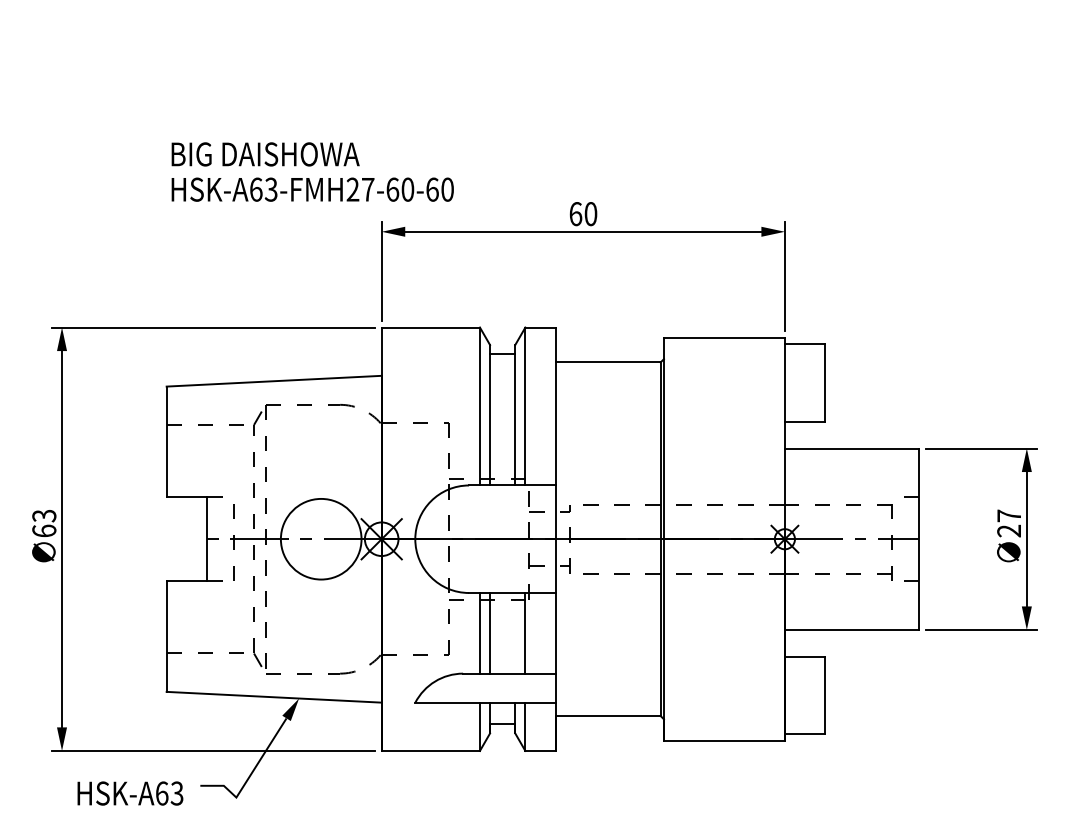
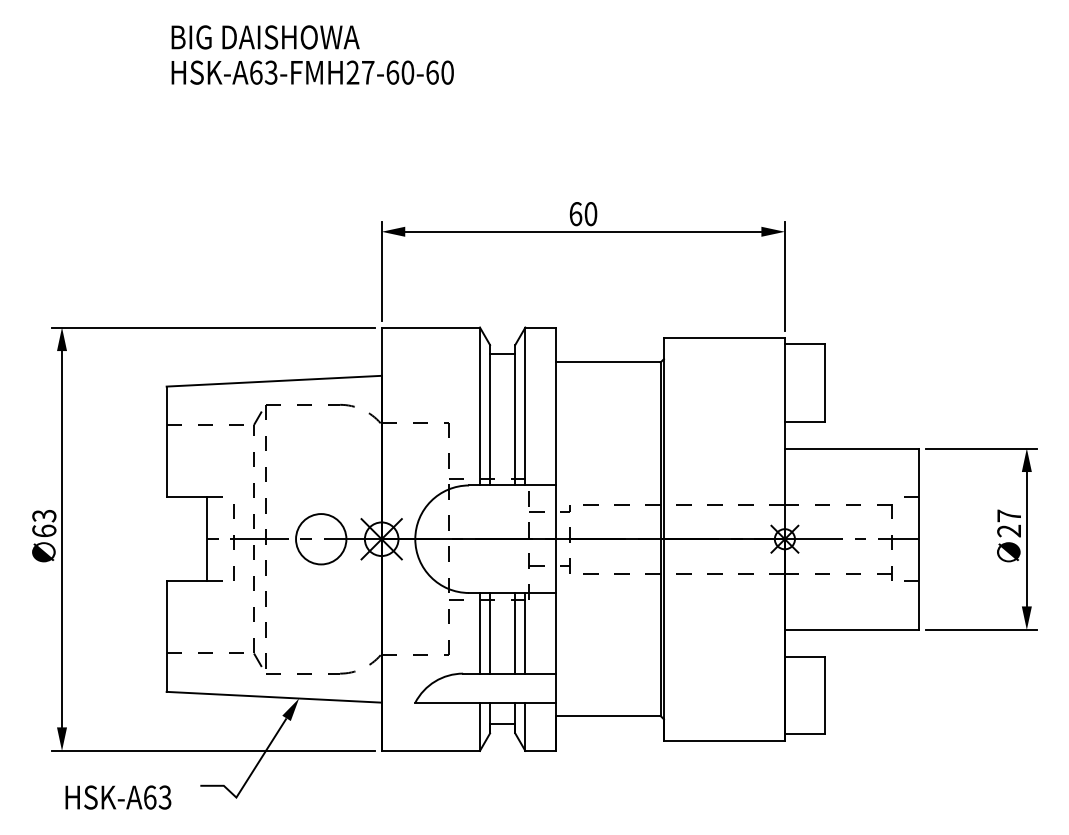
text at (312, 171) position: (312, 171) -> (312, 54)
circle at (320, 538) diameter: 81 px -> 50 px
line at (515, 633): none -> present
text at (130, 793) position: (130, 793) -> (118, 797)
